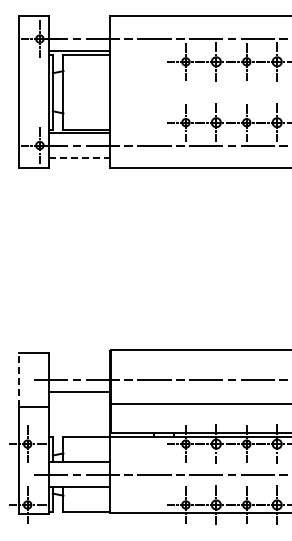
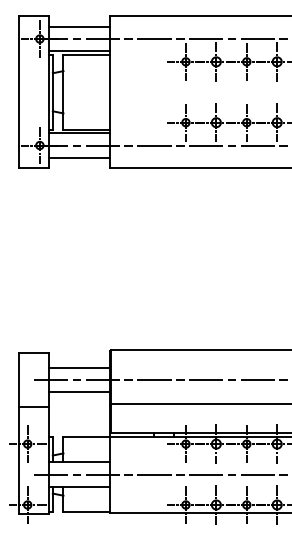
line at (79, 26): none -> present
line at (79, 157): dashed -> solid
line at (79, 368): none -> present
line at (18, 379): dashed -> solid
